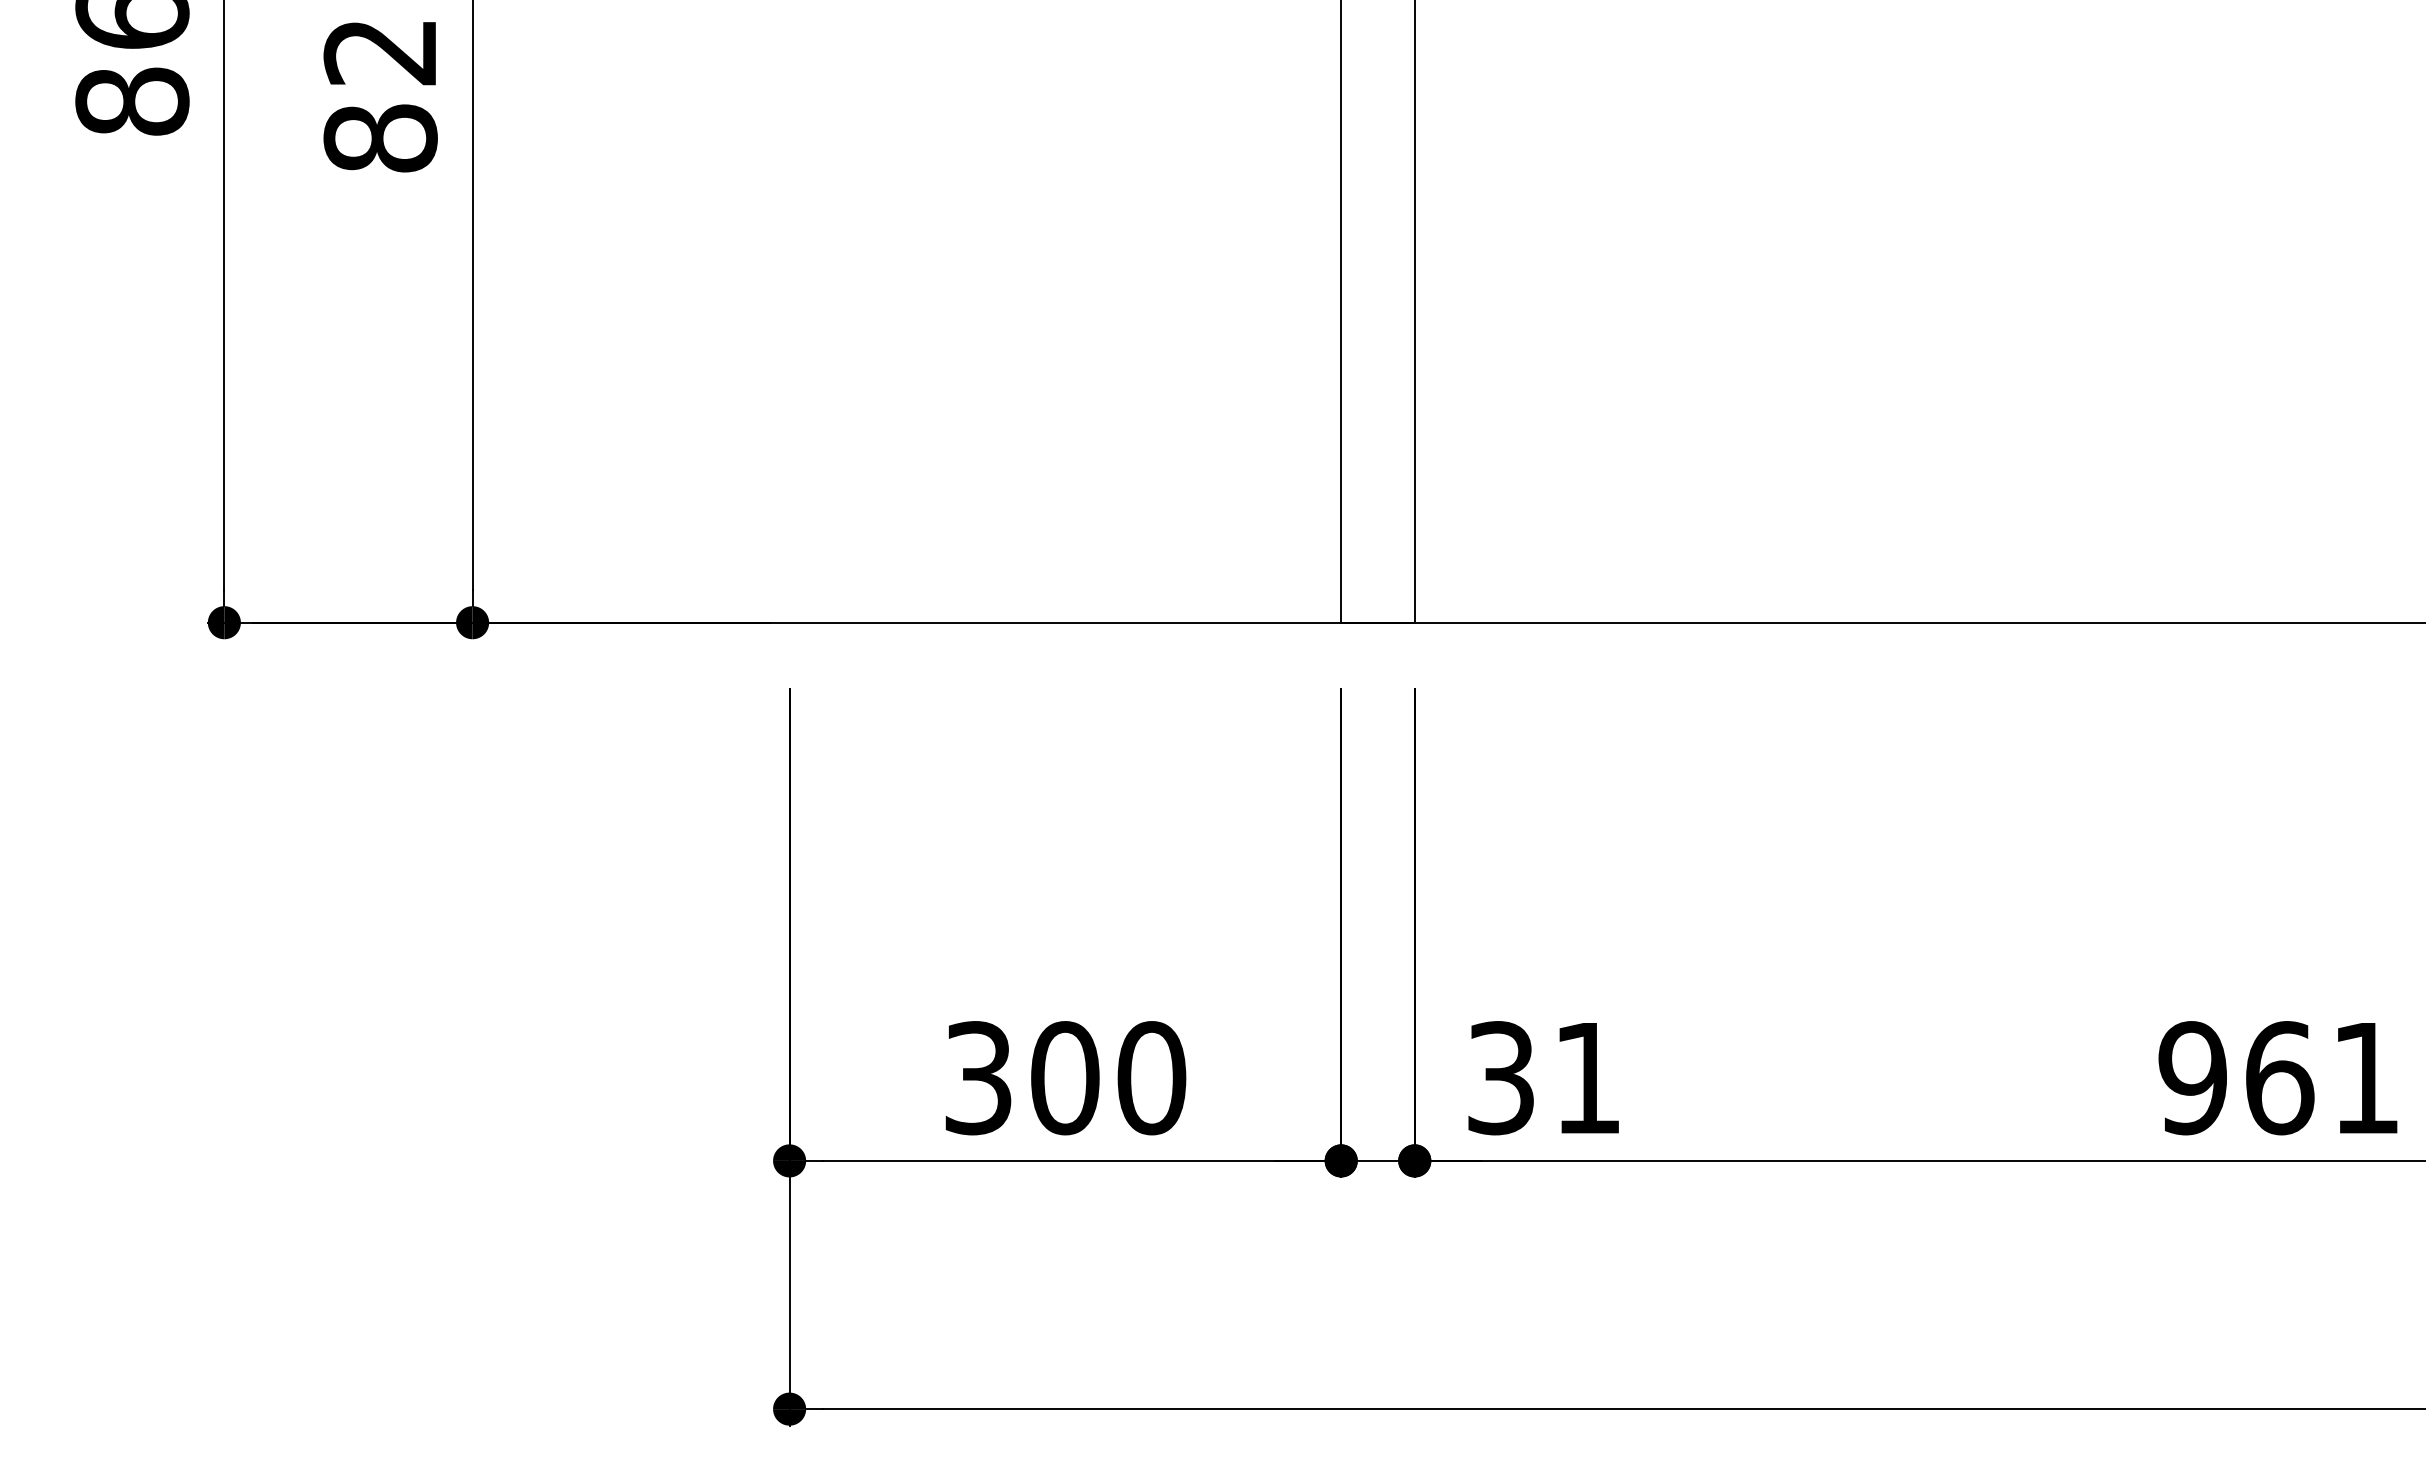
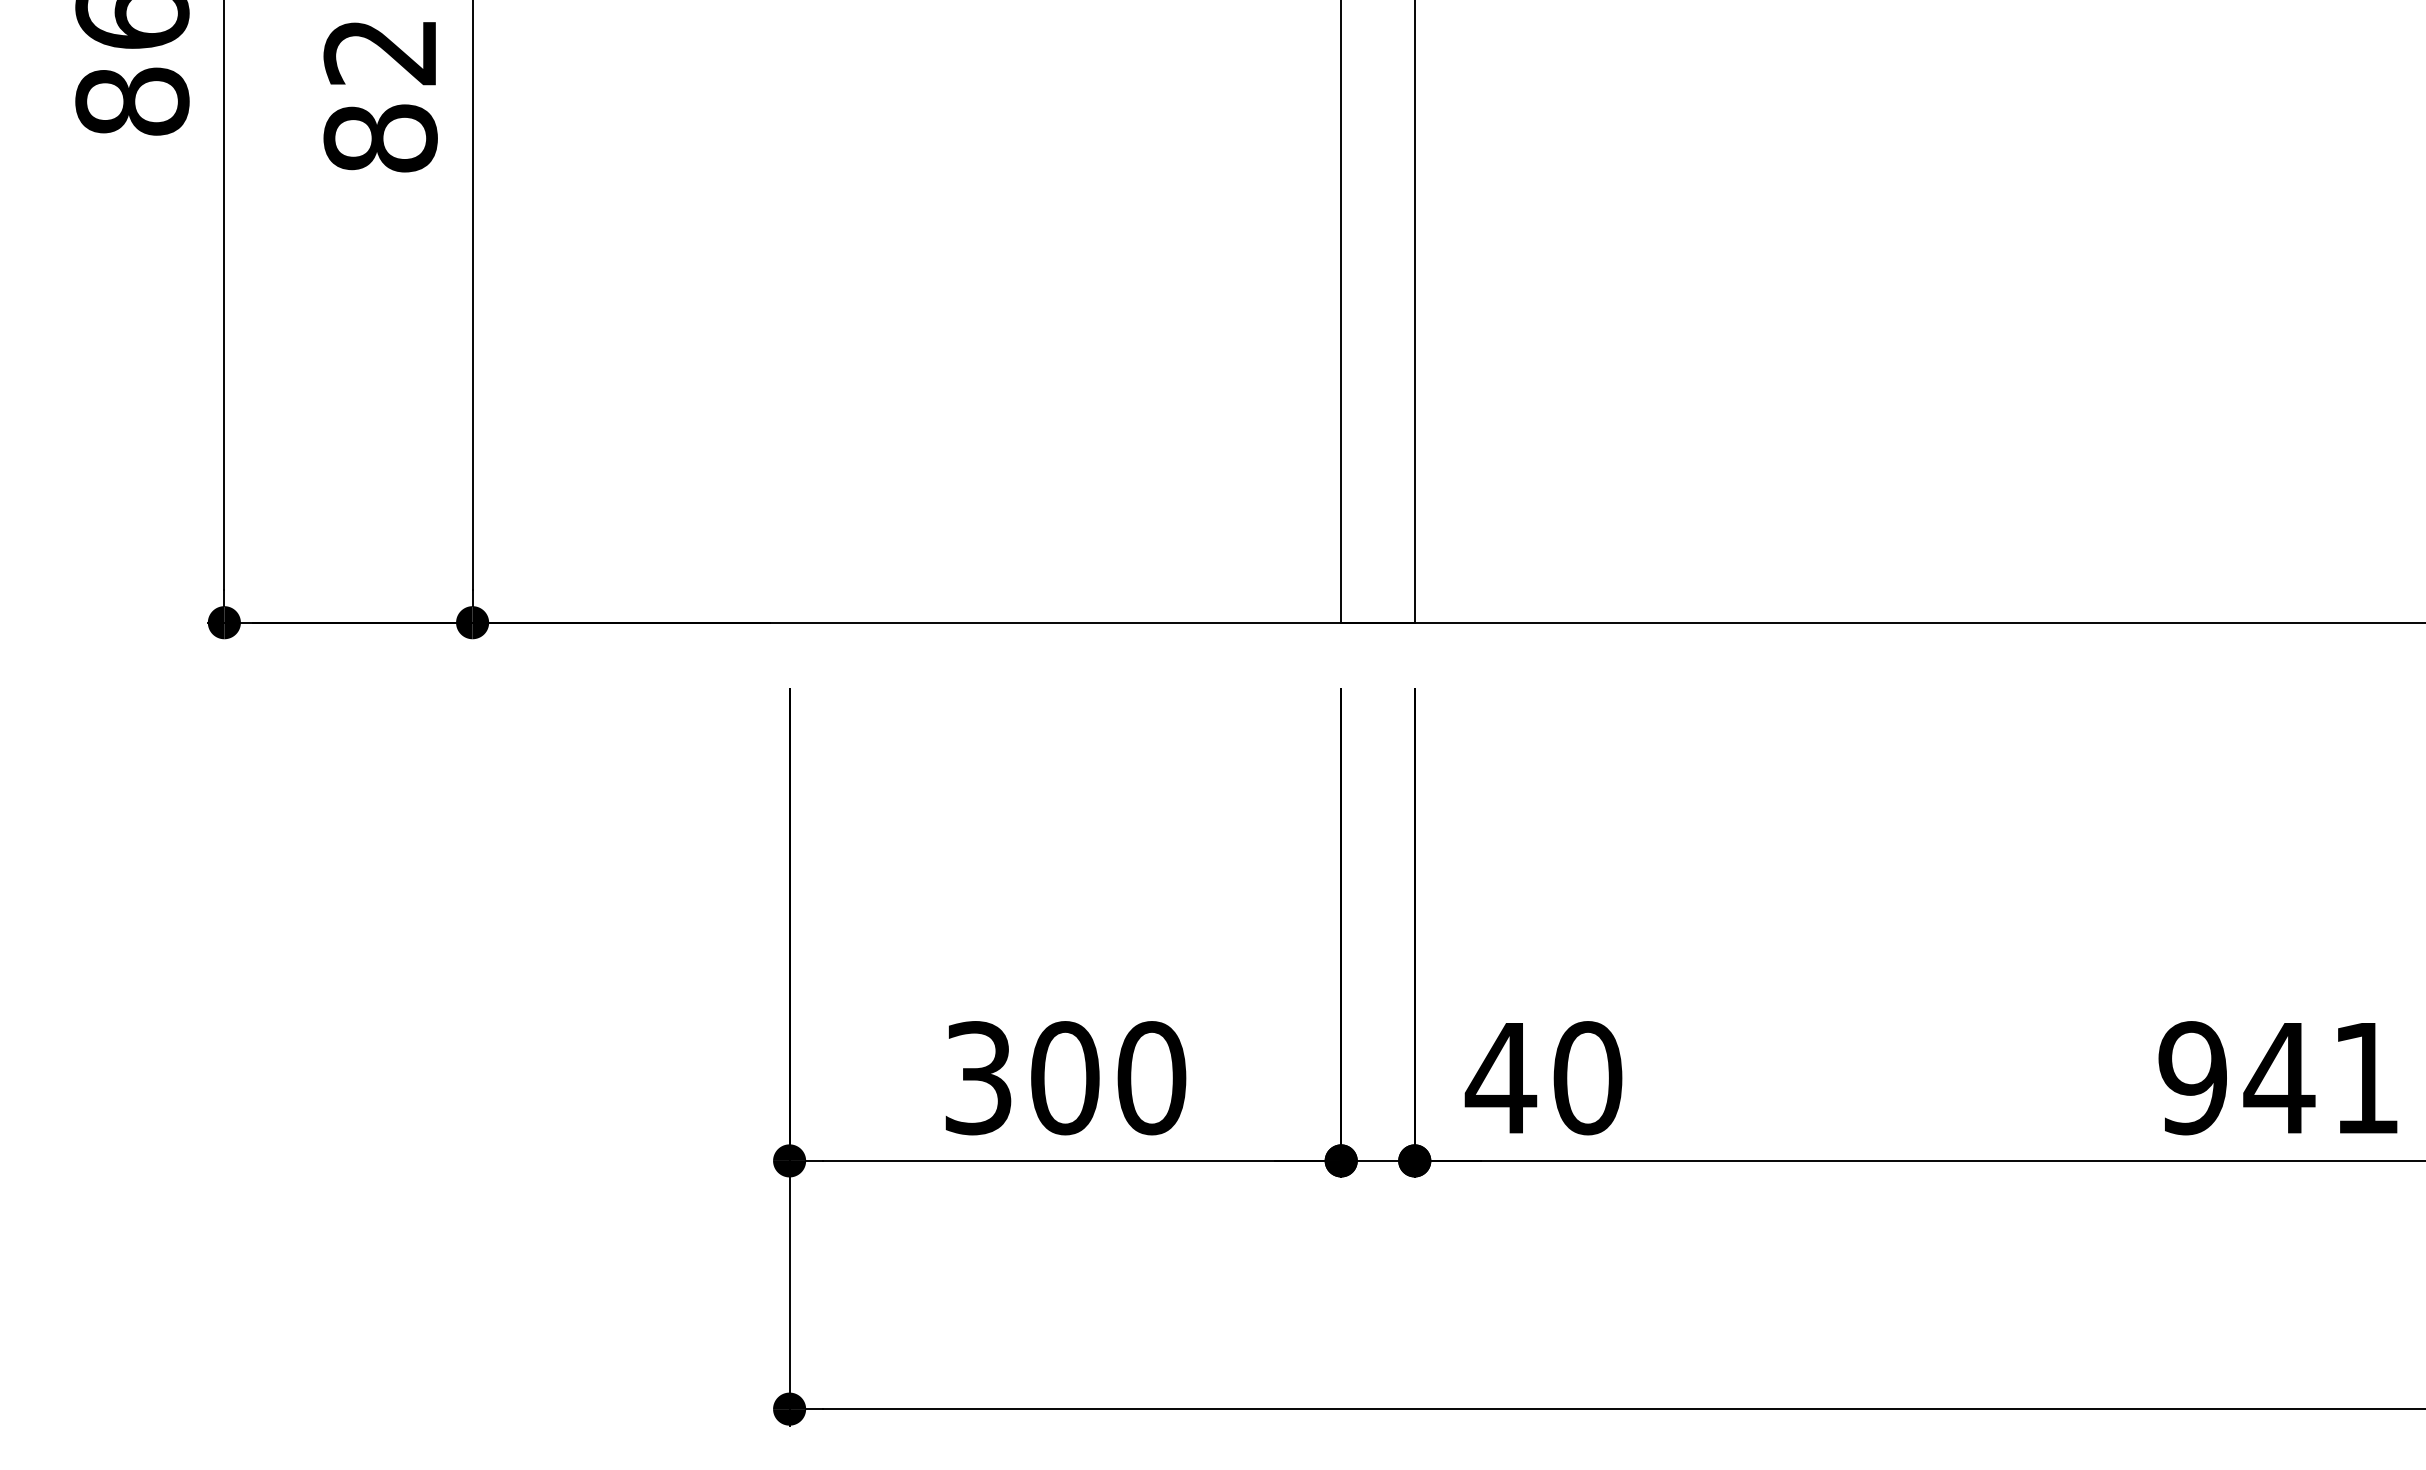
text at (1543, 1078): 31 -> 40
text at (2279, 1078): 961 -> 941
